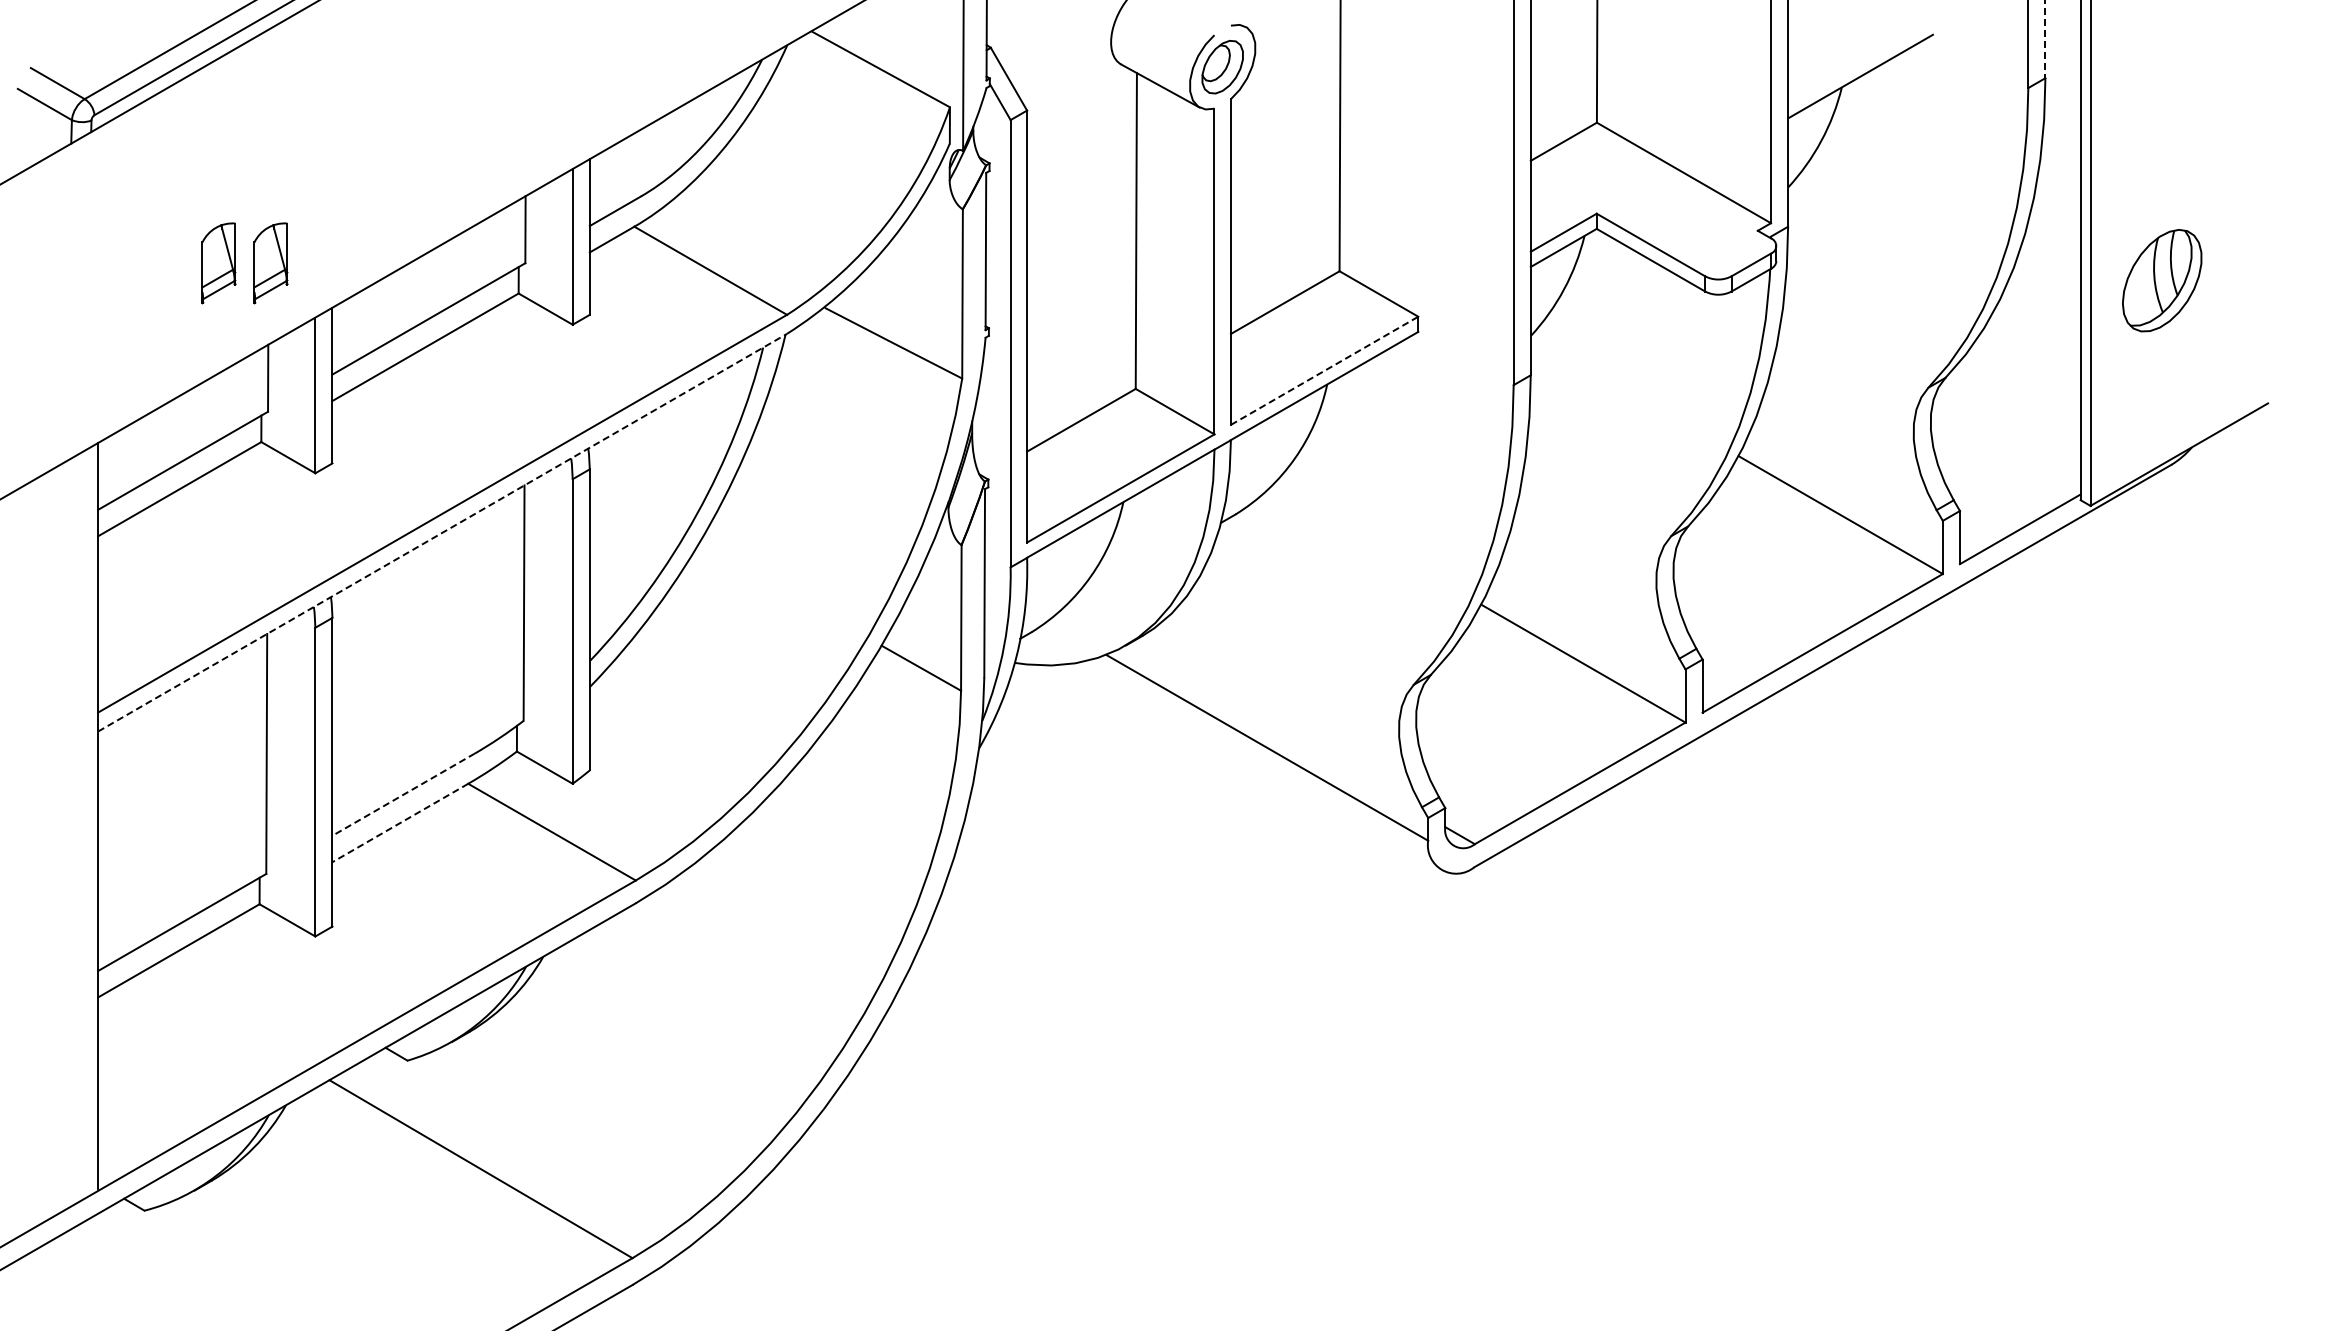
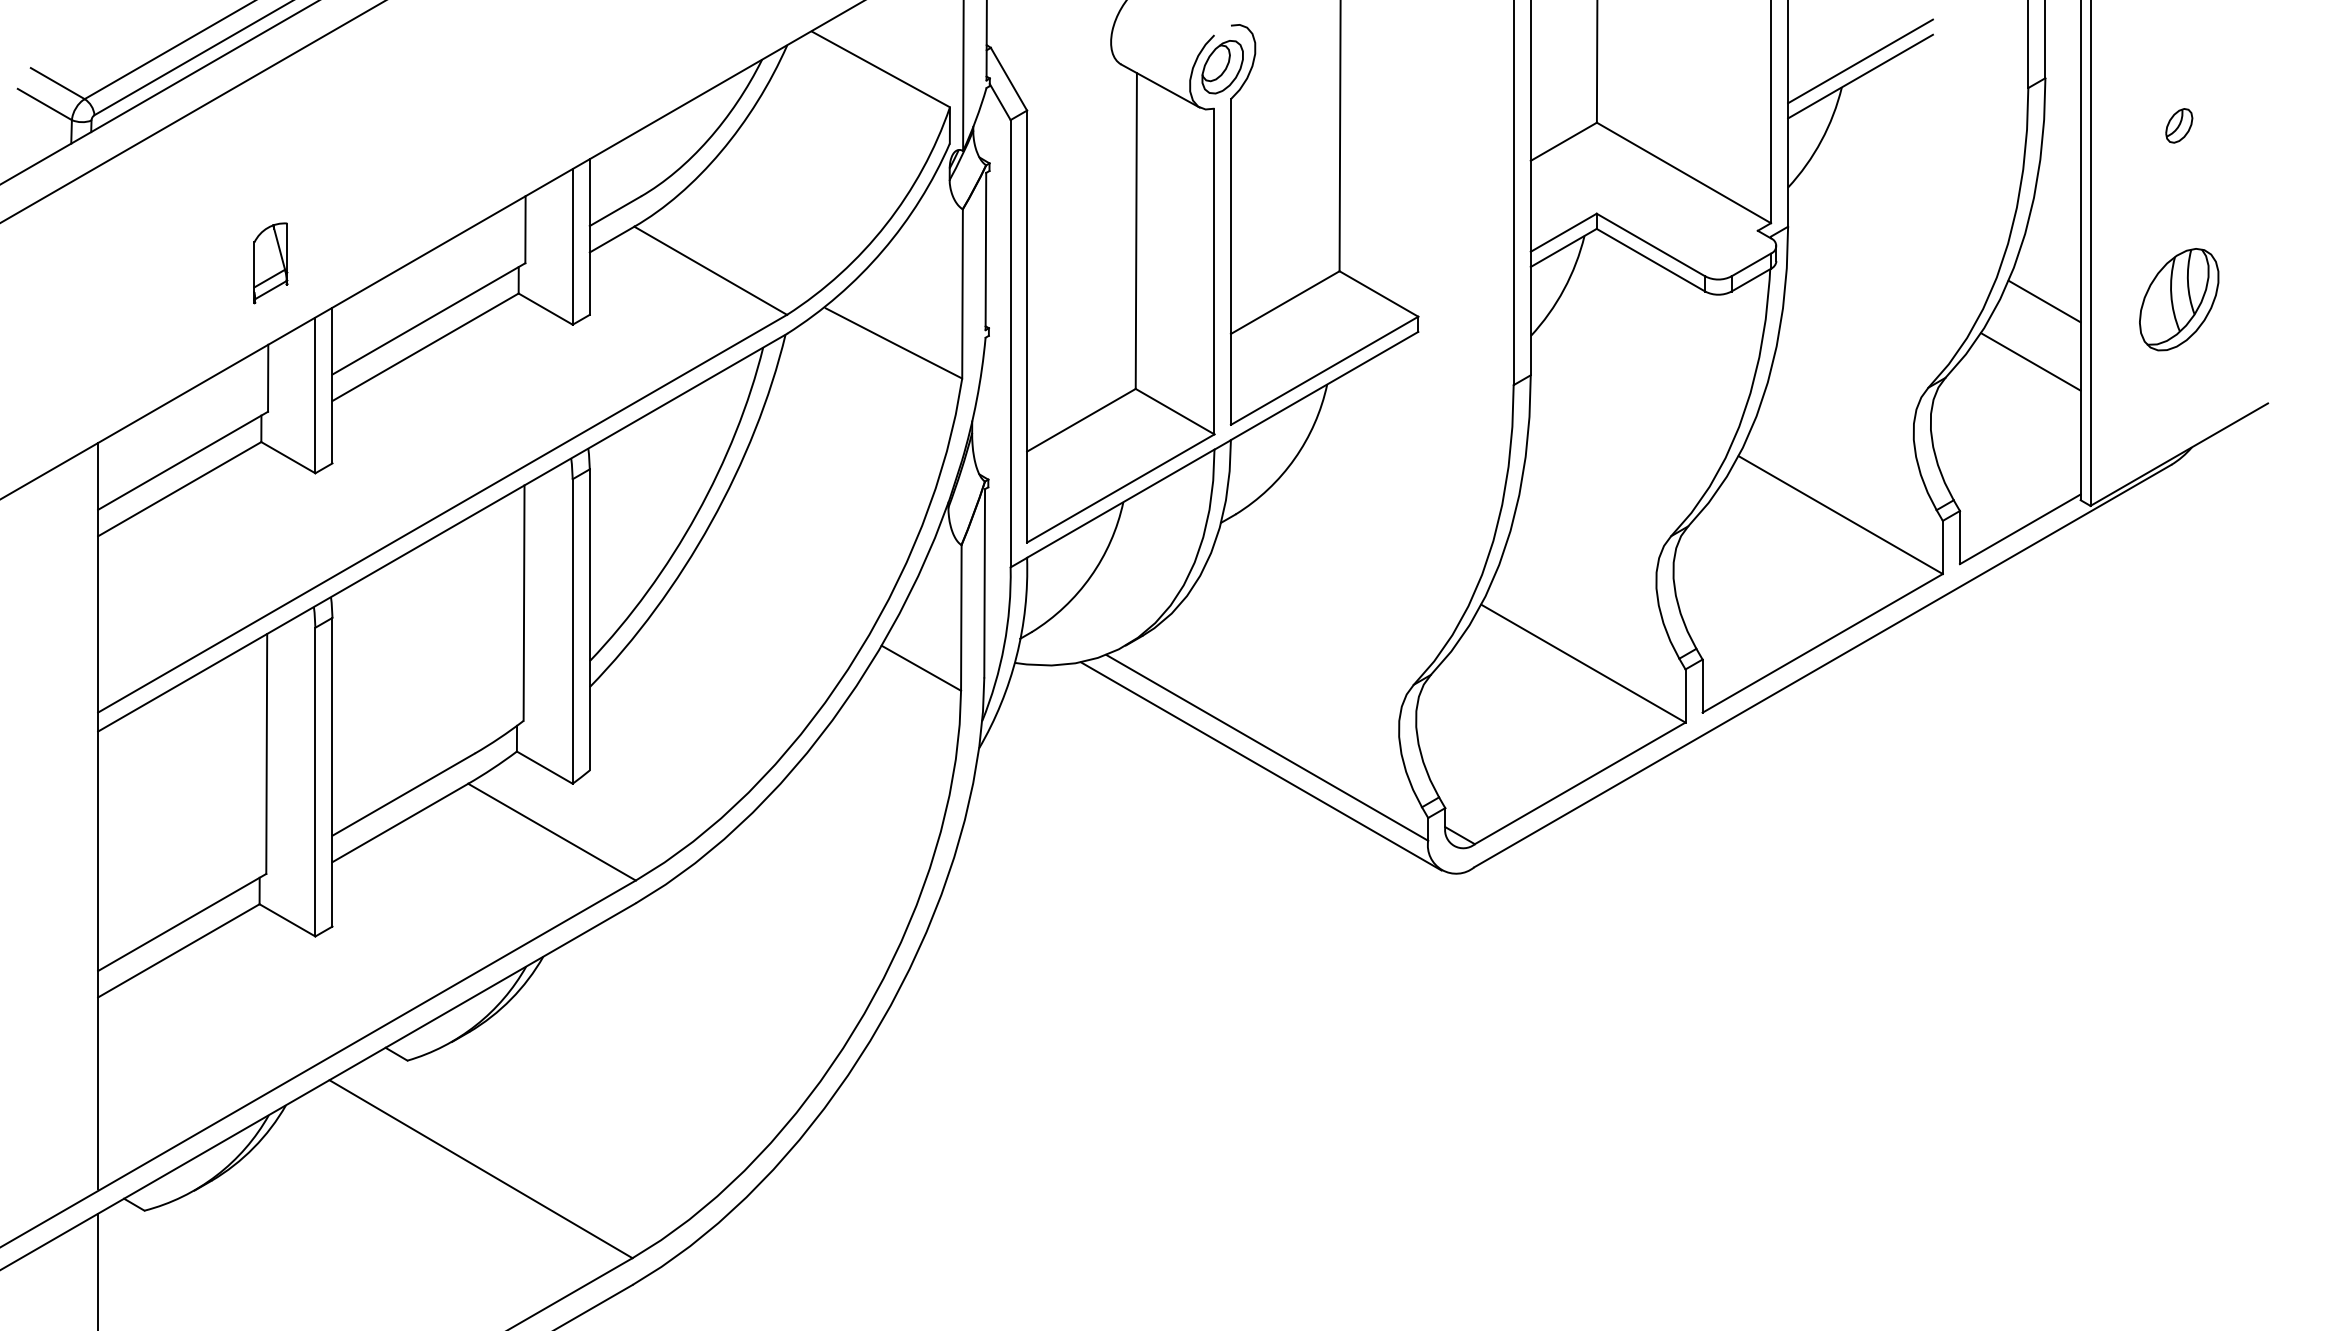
line at (2045, 39): dashed -> solid
line at (1860, 61): none -> present
line at (192, 111): none -> present
part at (2179, 125): none -> present
part at (218, 263): present -> none
part at (2162, 280) position: (2162, 280) -> (2179, 299)
line at (2044, 301): none -> present
line at (2030, 361): none -> present
line at (1325, 370): dashed -> solid
line at (442, 532): dashed -> solid
line at (1260, 766): none -> present
line at (403, 794): dashed -> solid
line at (399, 823): dashed -> solid
line at (98, 1270): none -> present
